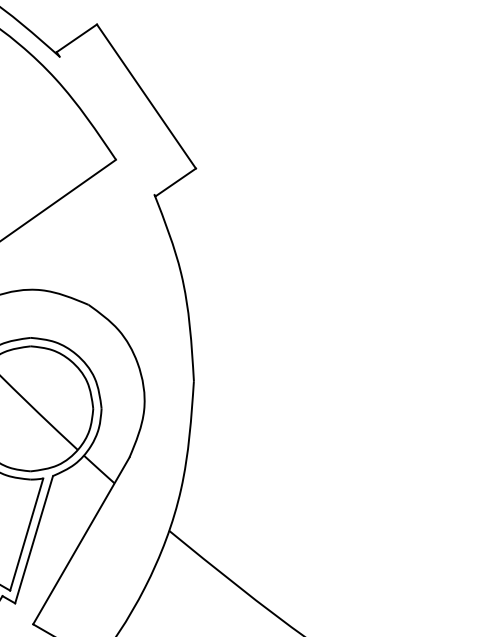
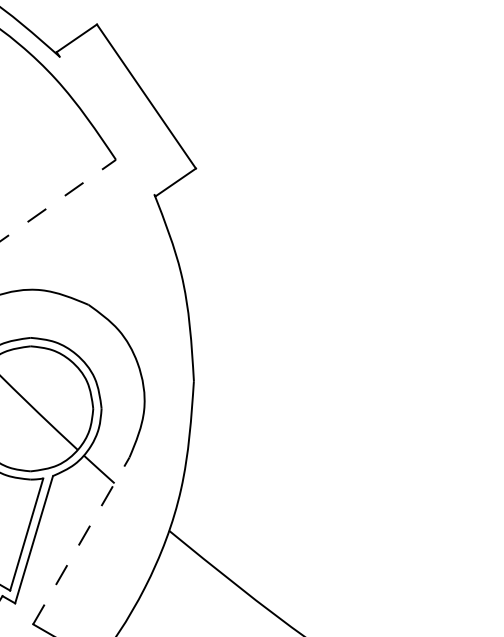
line at (58, 200): solid -> dashed
line at (81, 540): solid -> dashed
